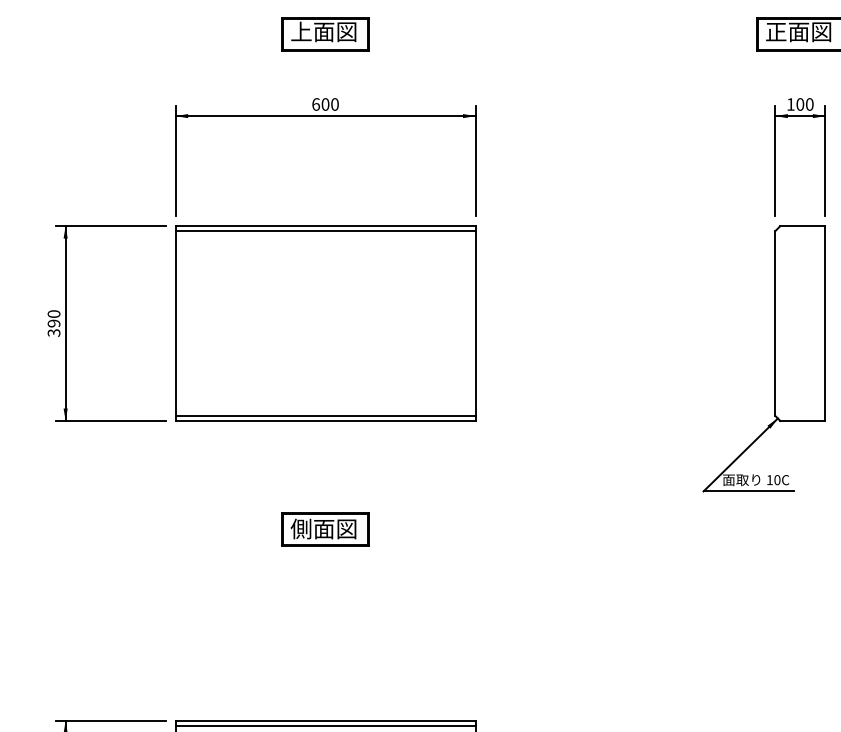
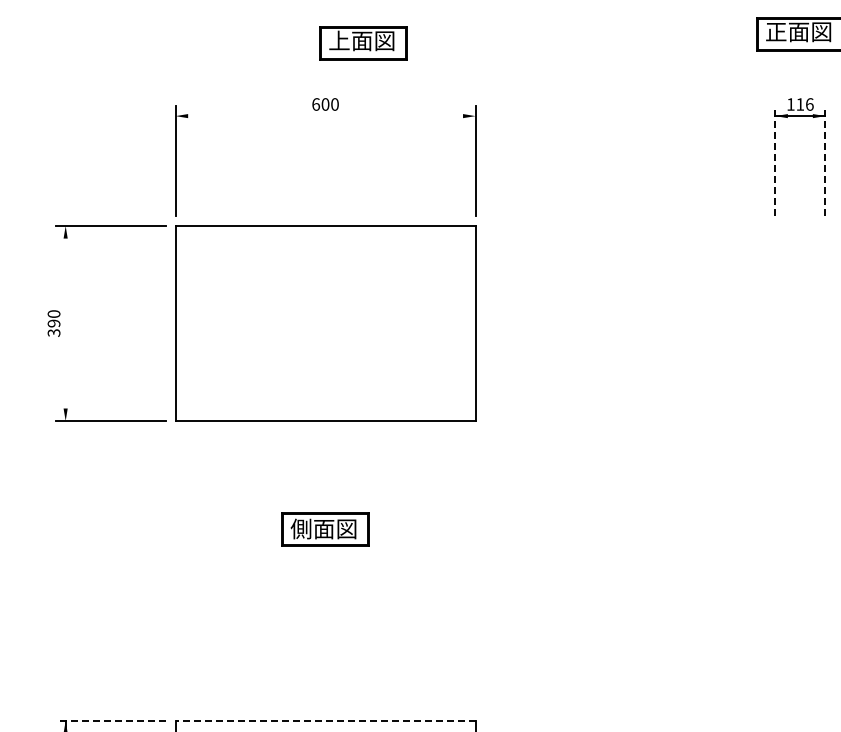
part at (325, 34) position: (325, 34) -> (363, 43)
text at (804, 104): 100 -> 116
line at (325, 116): present -> none
line at (775, 161): solid -> dashed
line at (825, 161): solid -> dashed
line at (325, 231): present -> none
line at (65, 323): present -> none
part at (774, 358): present -> none
line at (325, 416): present -> none
line at (110, 720): solid -> dashed
line at (325, 720): solid -> dashed
line at (325, 725): present -> none
